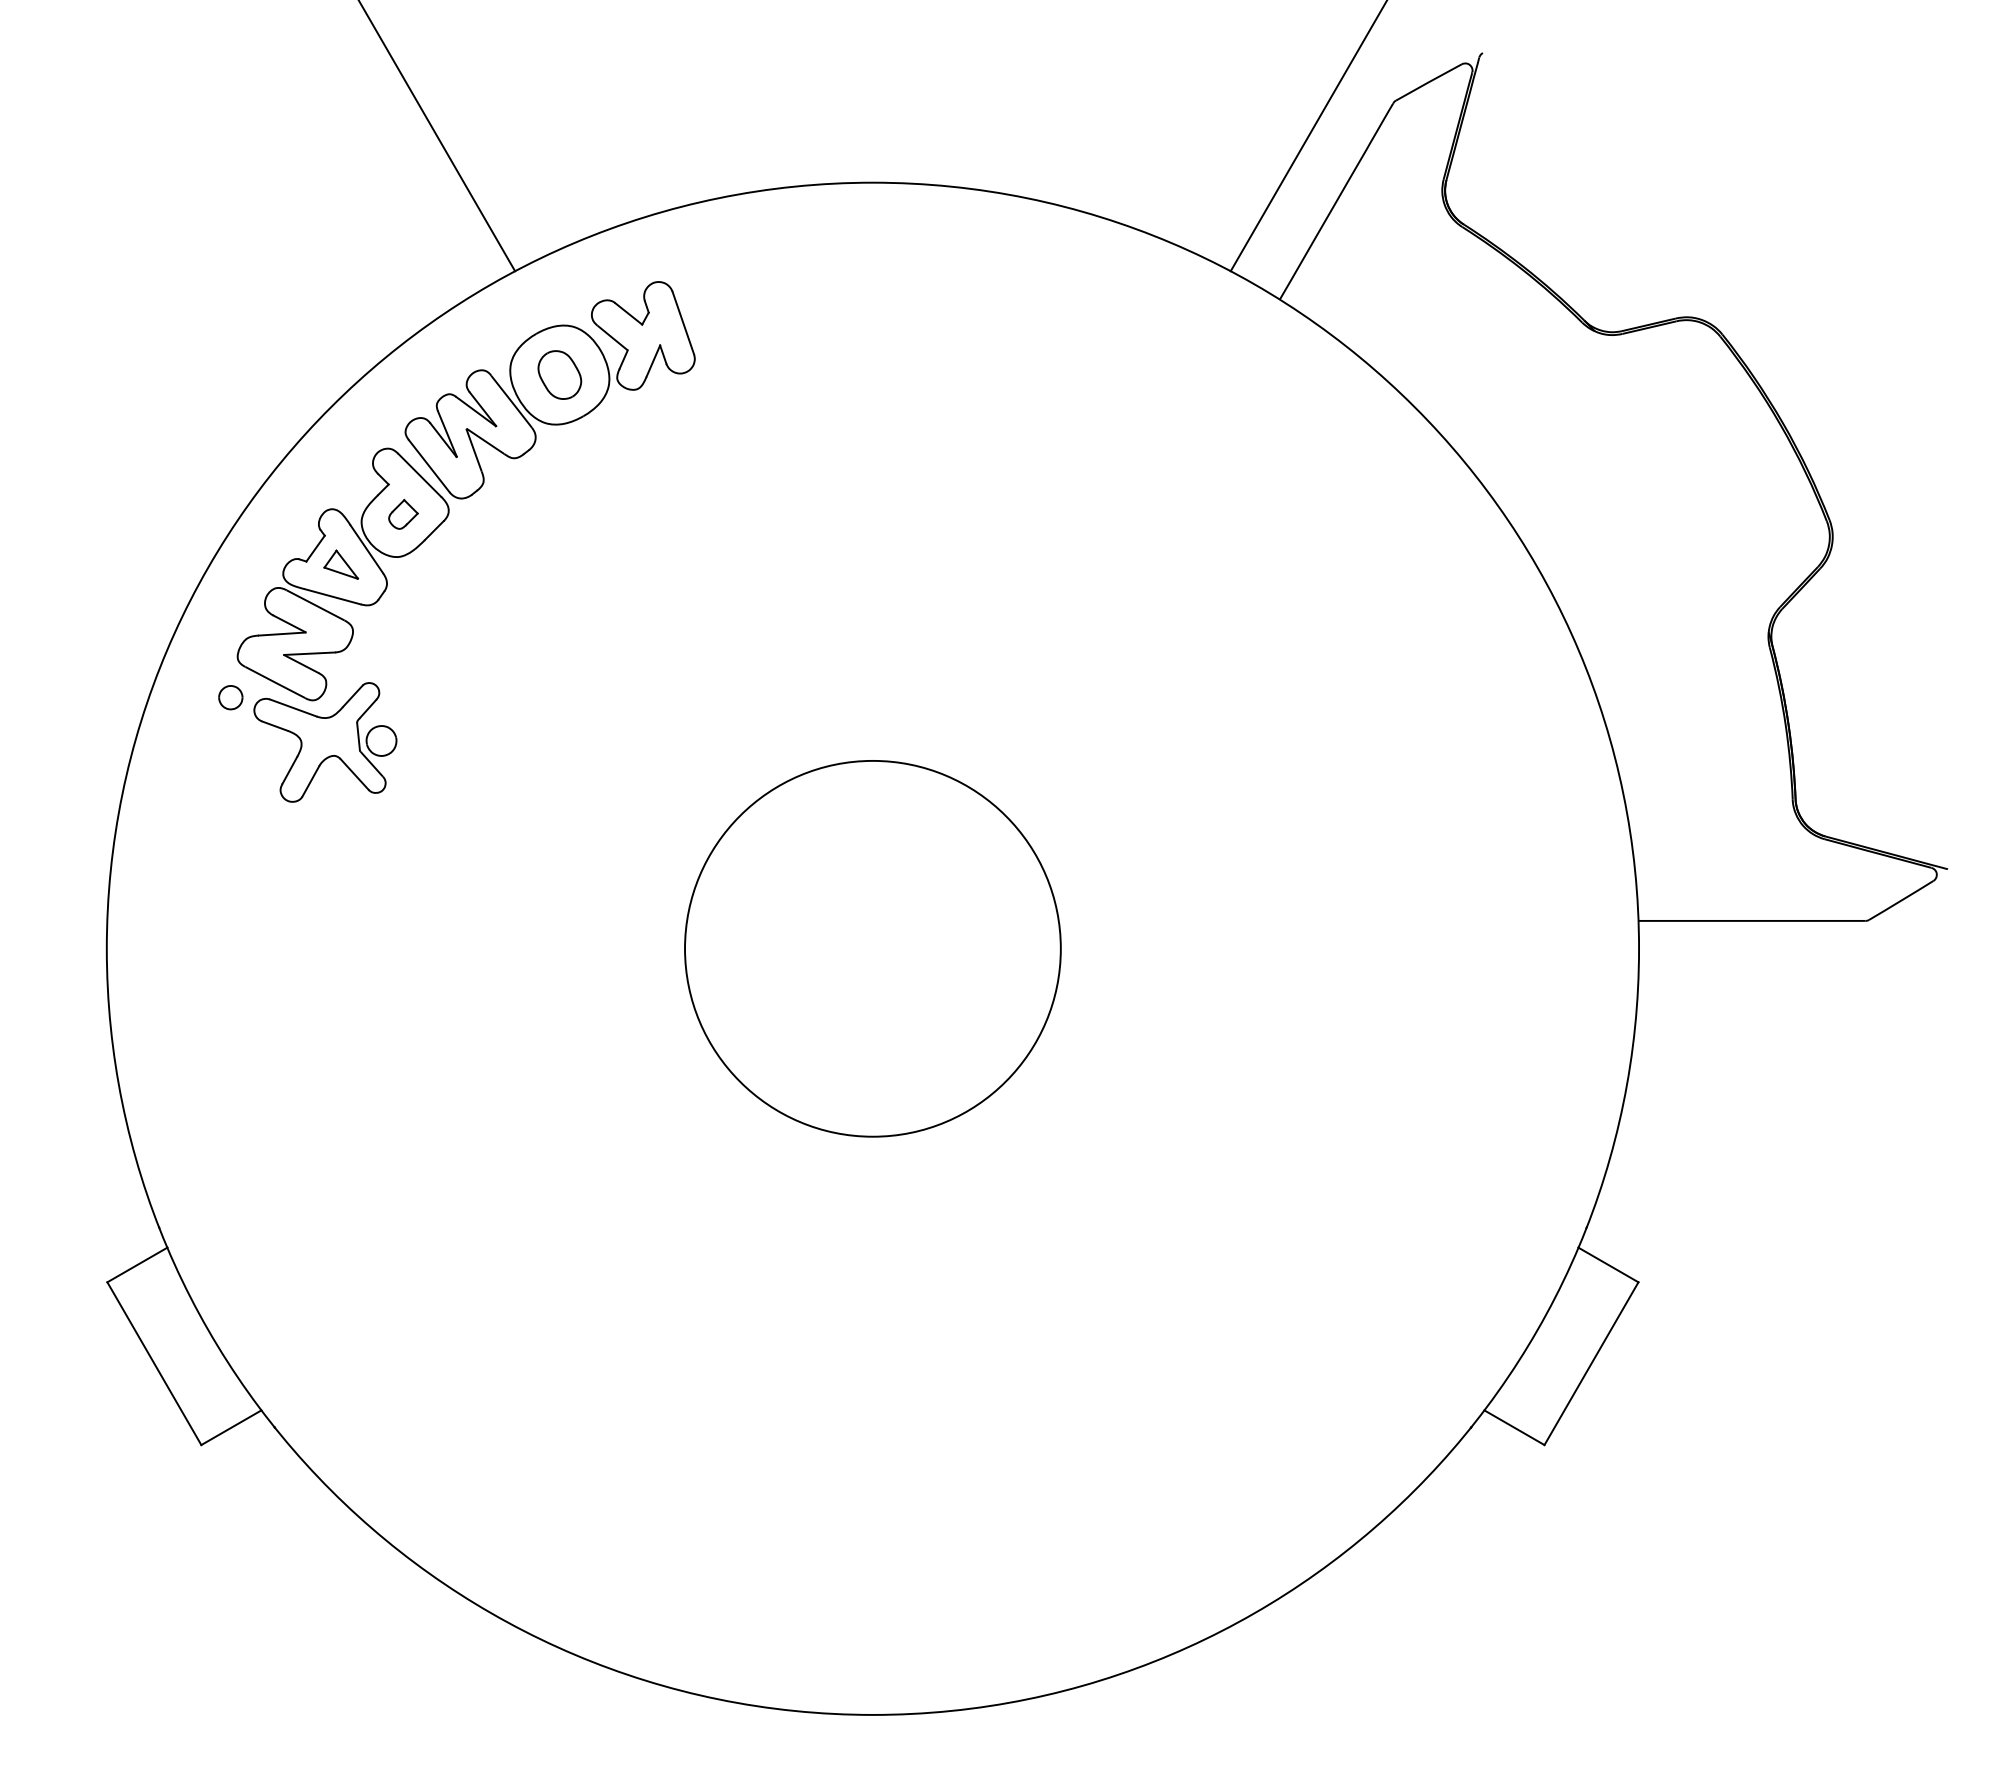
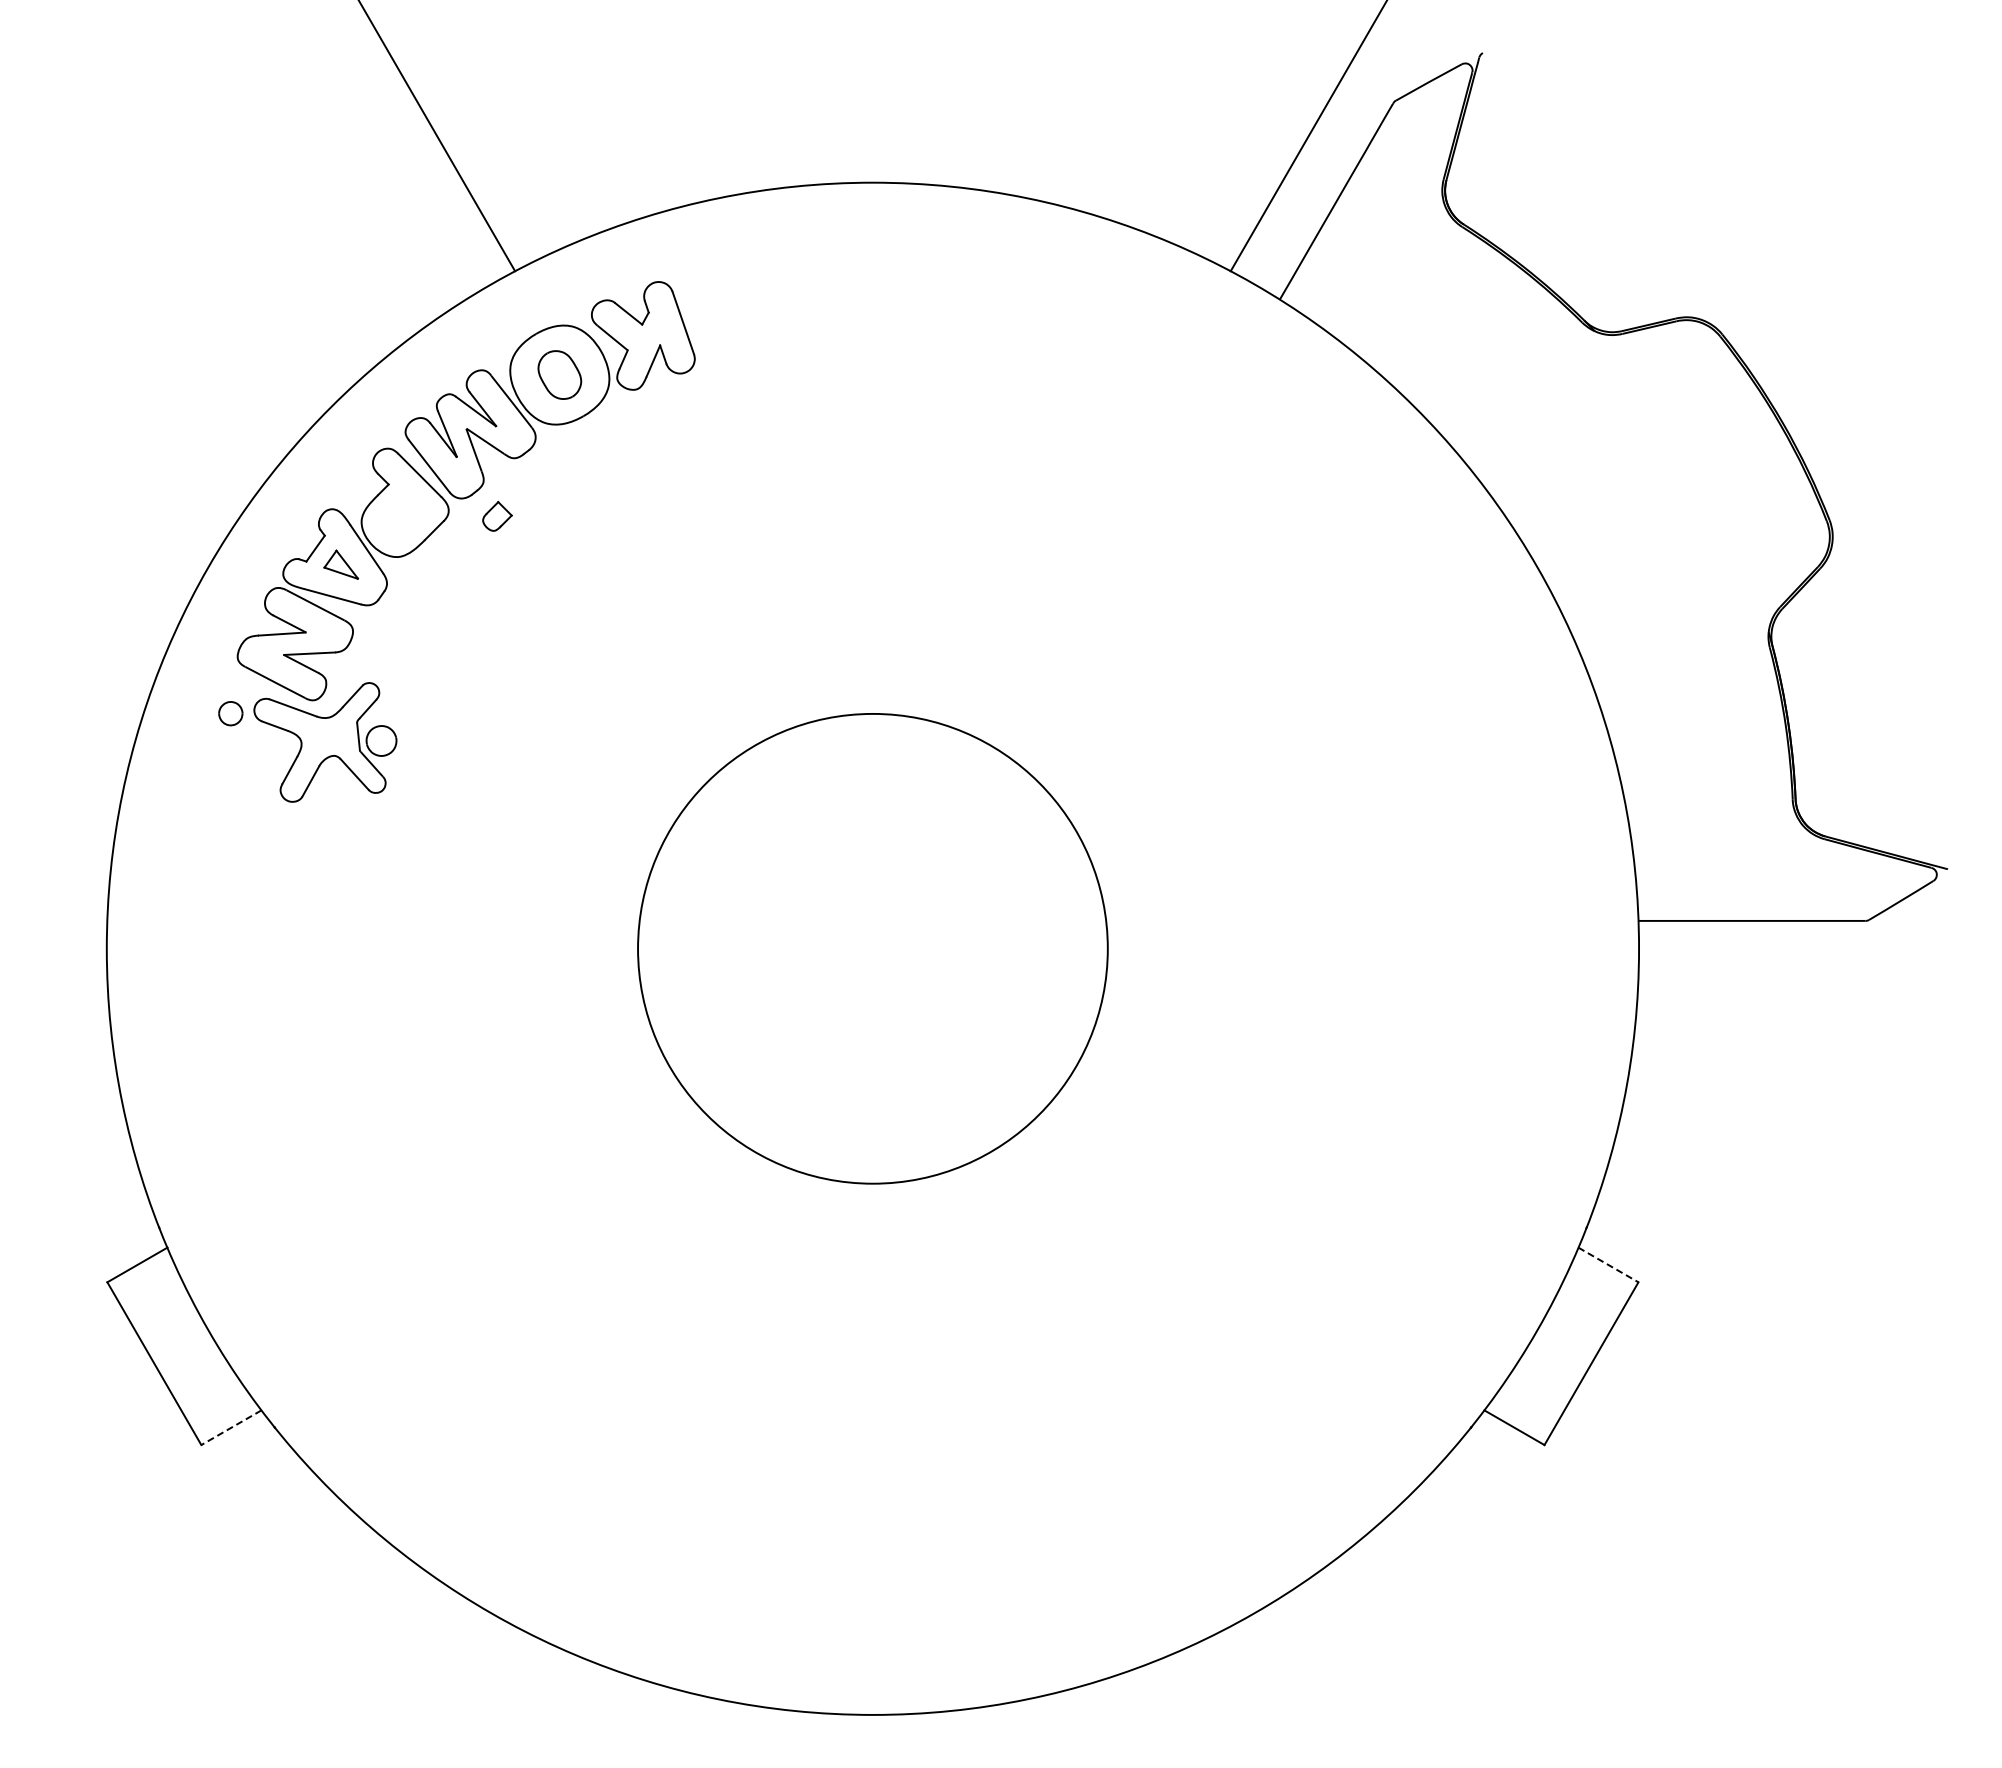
part at (403, 514) position: (403, 514) -> (497, 516)
part at (230, 697) position: (230, 697) -> (230, 713)
circle at (872, 948) diameter: 376 px -> 470 px
line at (1608, 1264): solid -> dashed
line at (231, 1427): solid -> dashed
